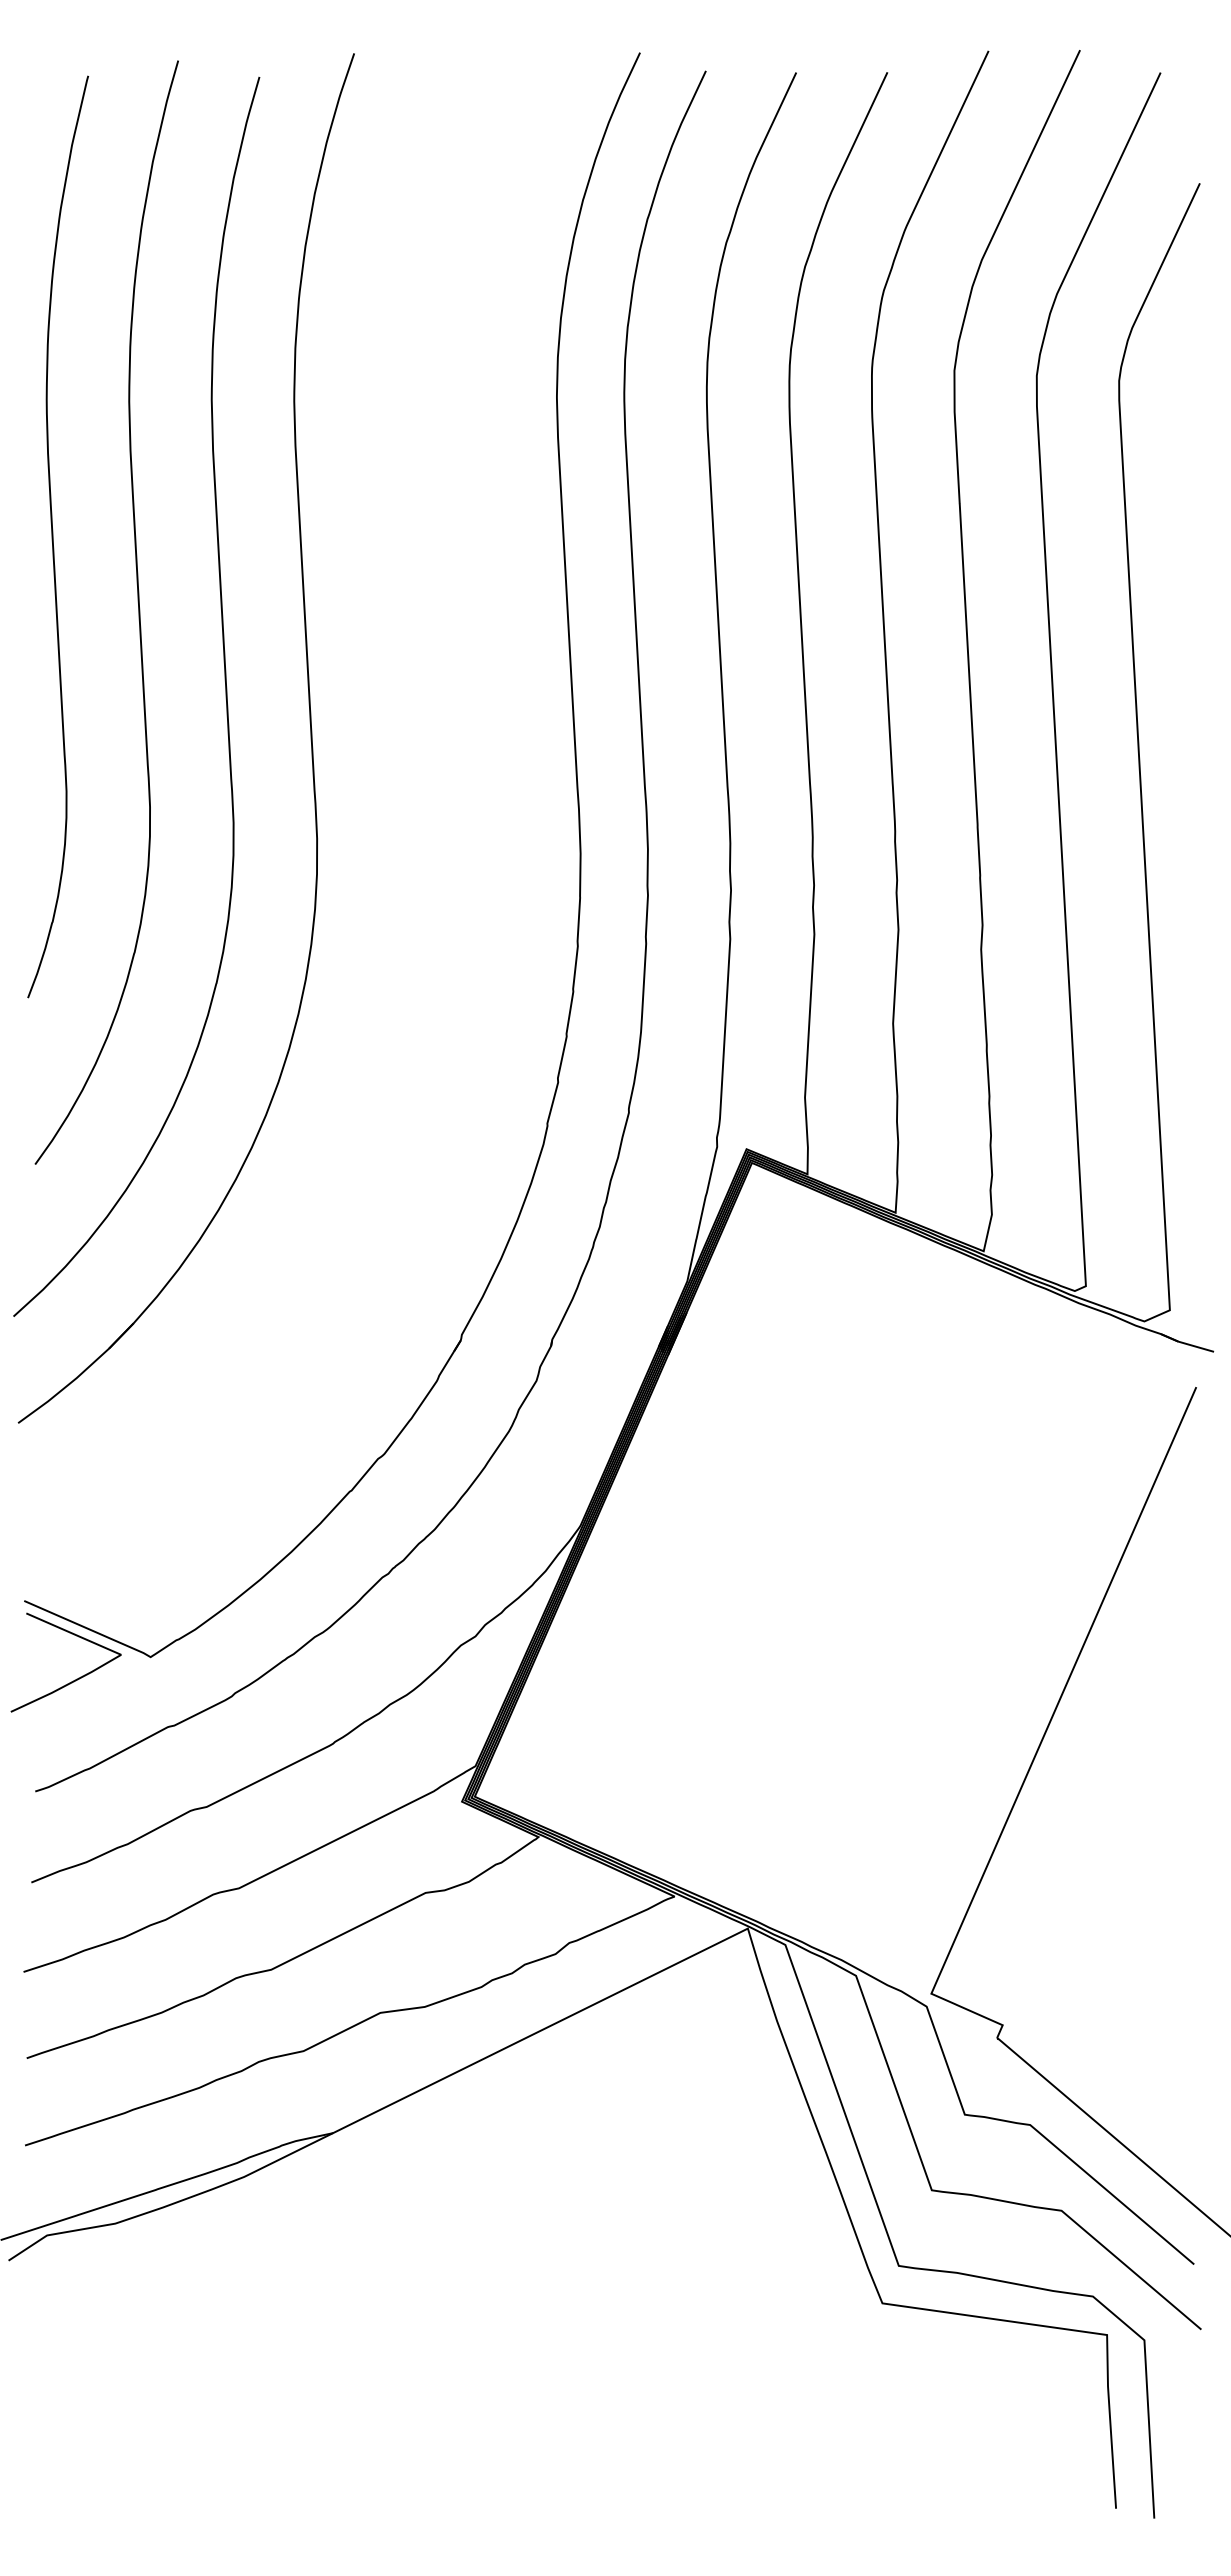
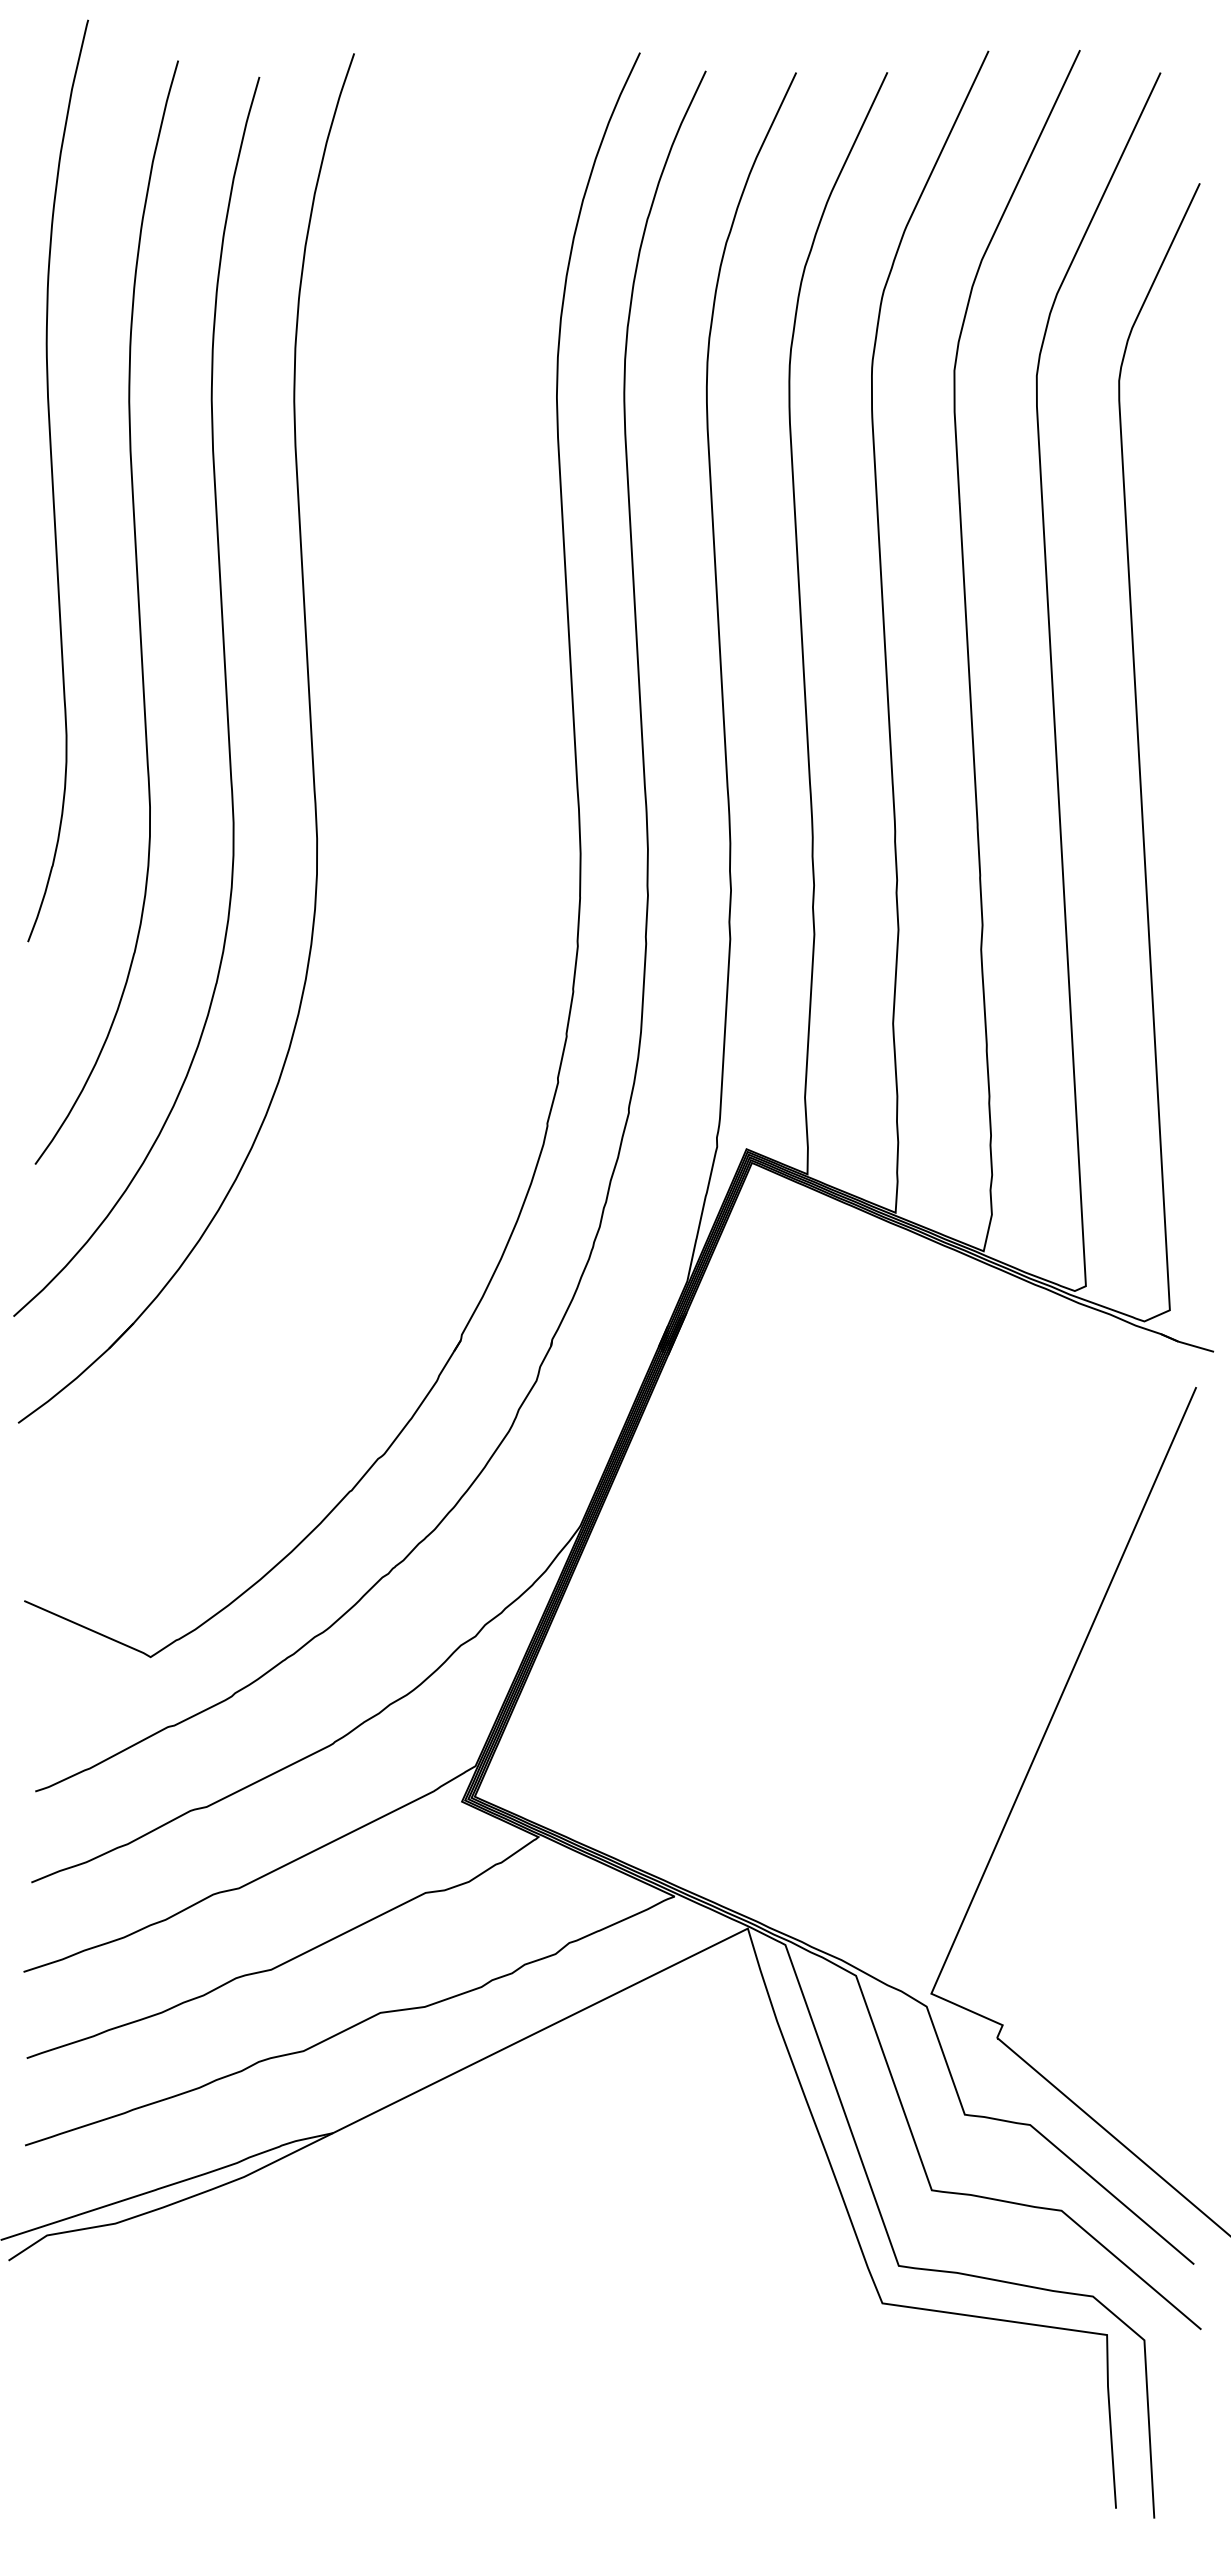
curve at (53, 536) position: (53, 536) -> (53, 480)
curve at (76, 1678): present -> none
